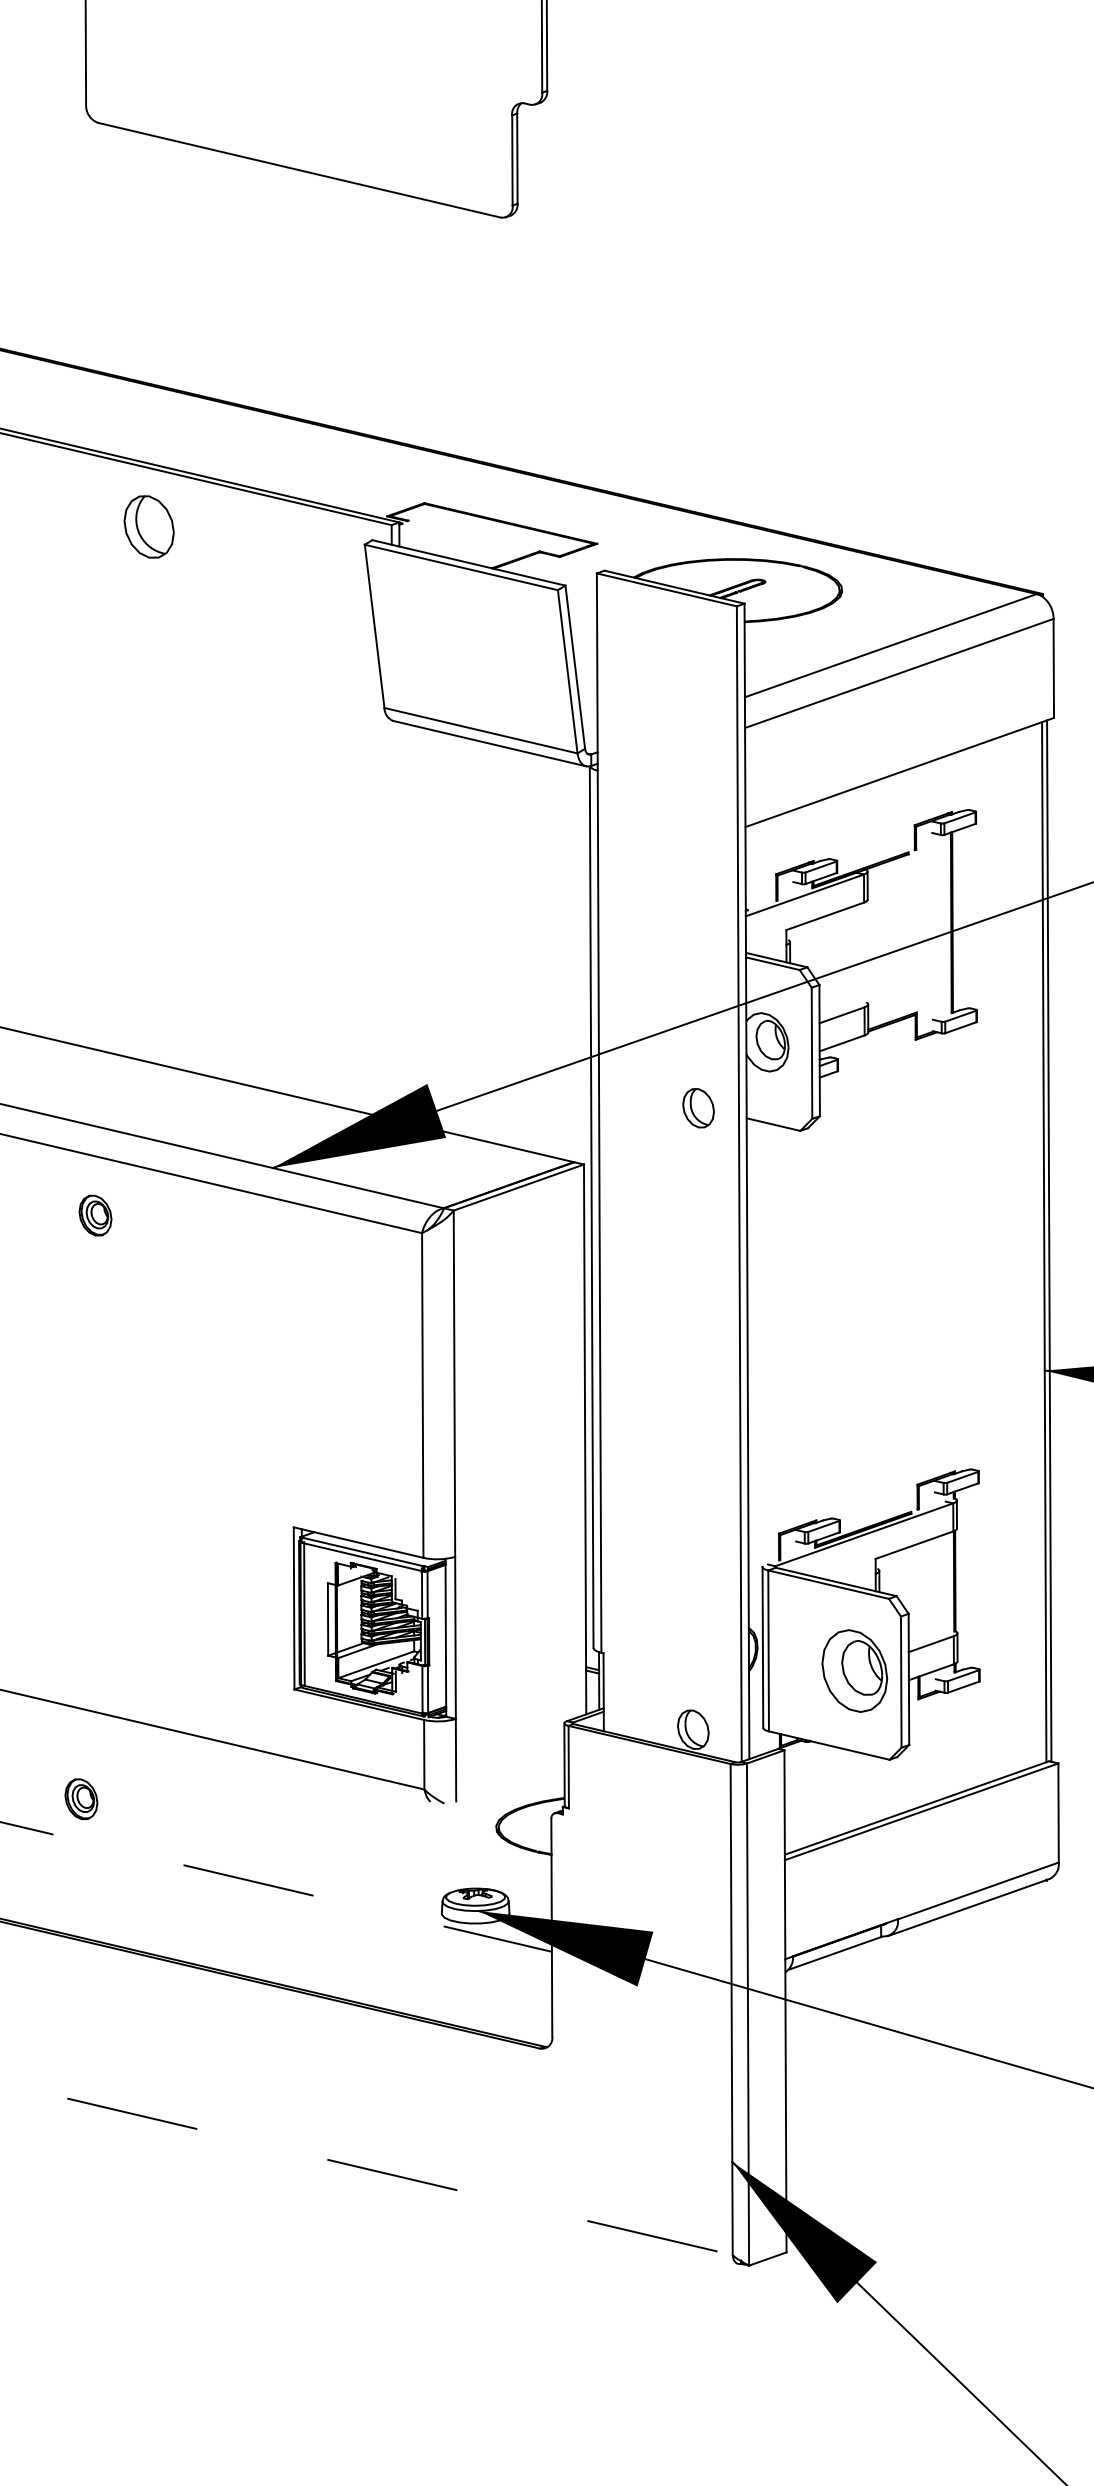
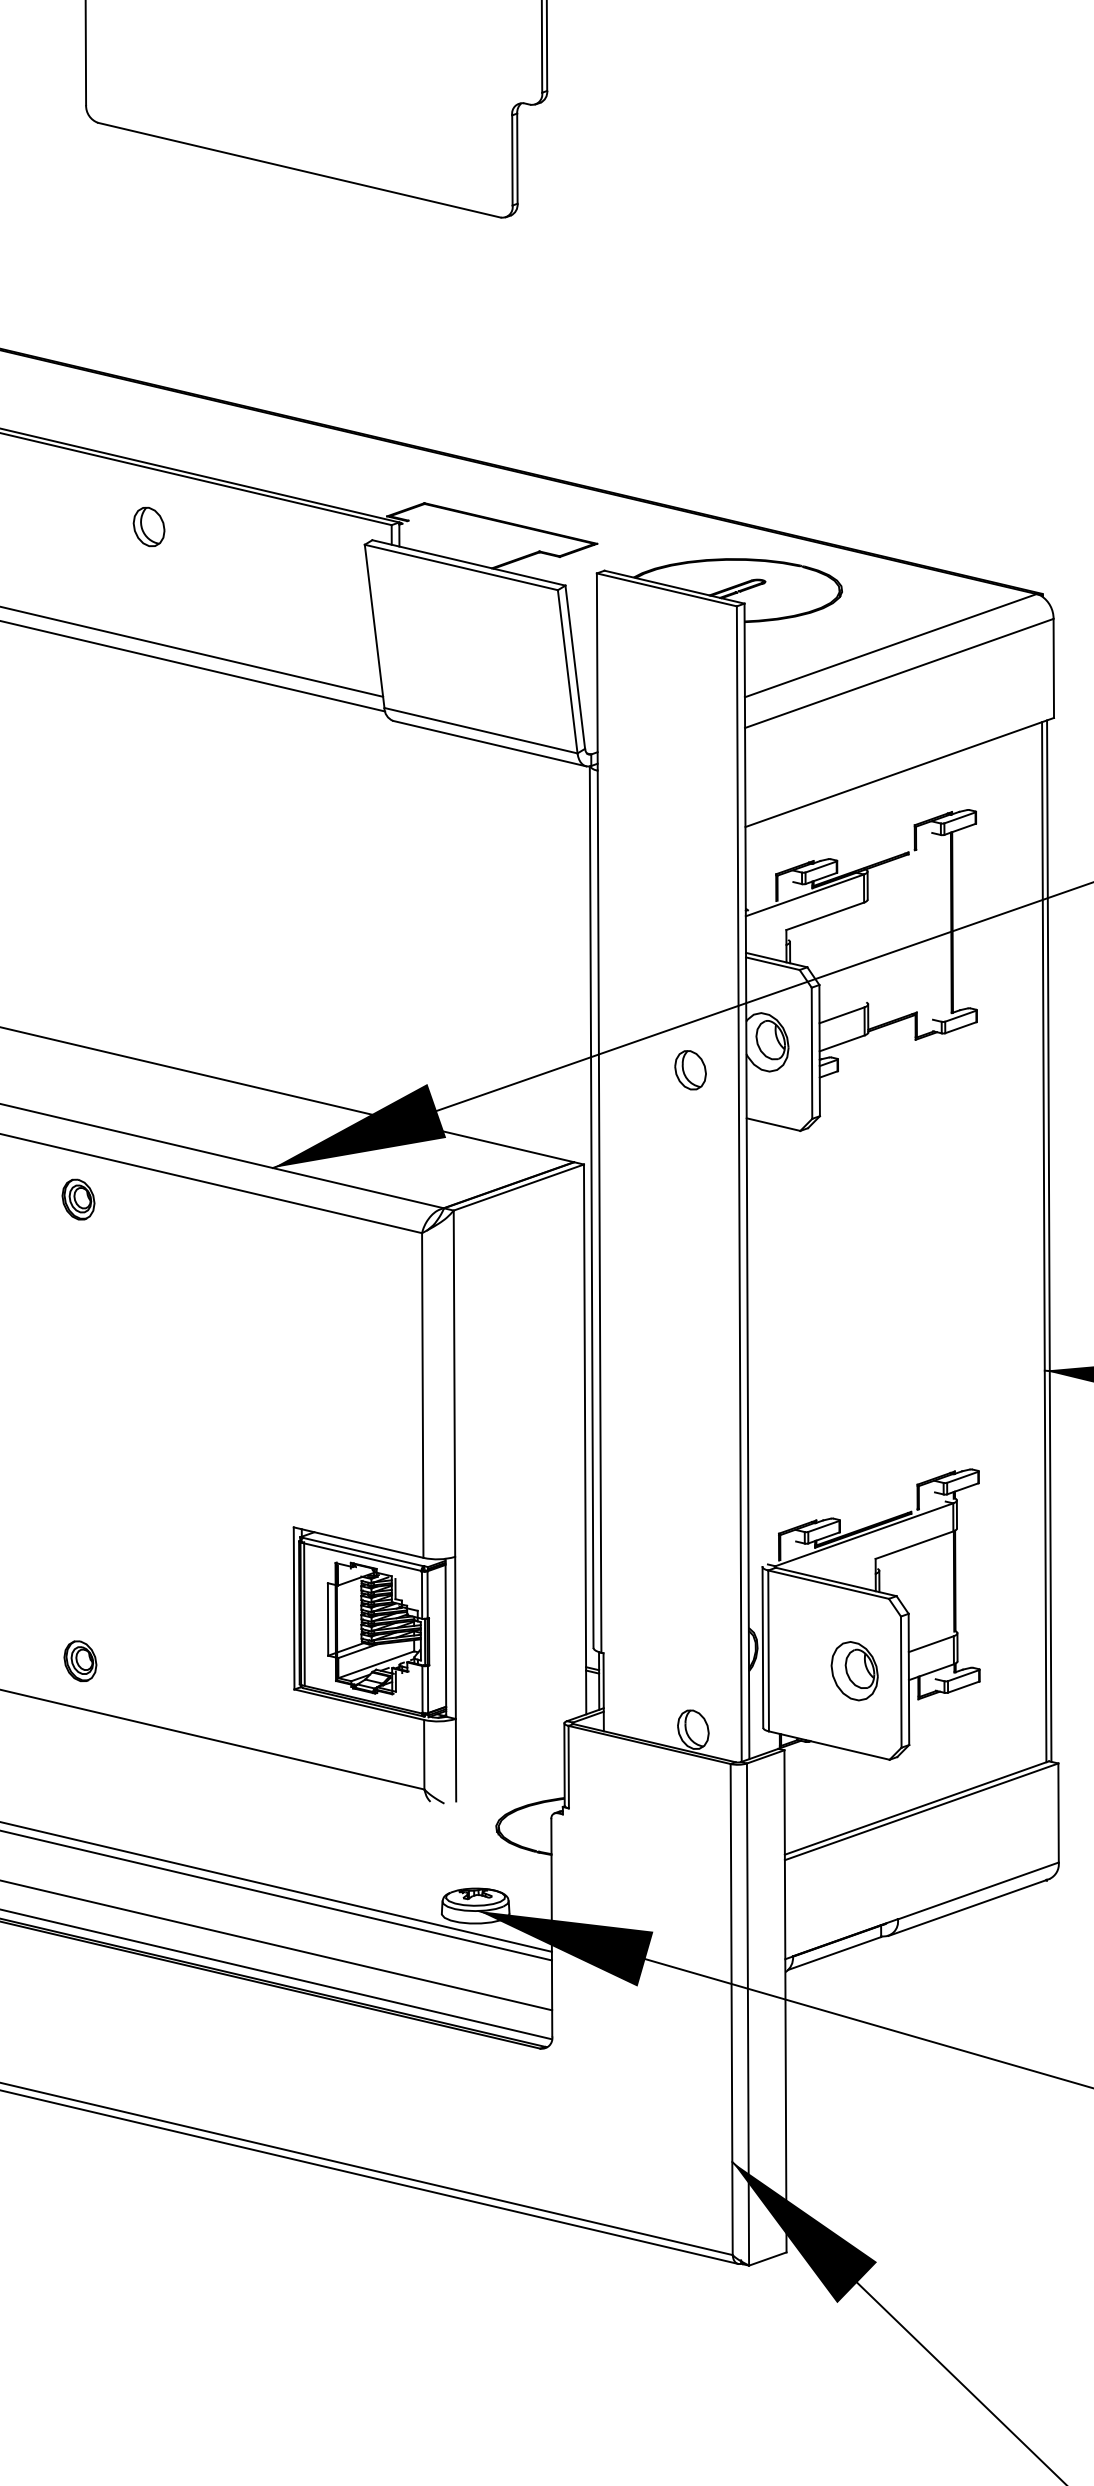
part at (148, 526) size: 52x64 px -> 34x42 px
line at (192, 651): none -> present
line at (193, 666): none -> present
part at (698, 1108) position: (698, 1108) -> (690, 1070)
part at (95, 1215) position: (95, 1215) -> (78, 1199)
part at (854, 1670) size: 68x84 px -> 49x61 px
part at (81, 1799) position: (81, 1799) -> (80, 1661)
line at (276, 1887): dashed -> solid
line at (276, 1895): none -> present
line at (277, 1945): none -> present
line at (277, 1974): none -> present
line at (366, 2169): dashed -> solid
line at (370, 2176): none -> present
